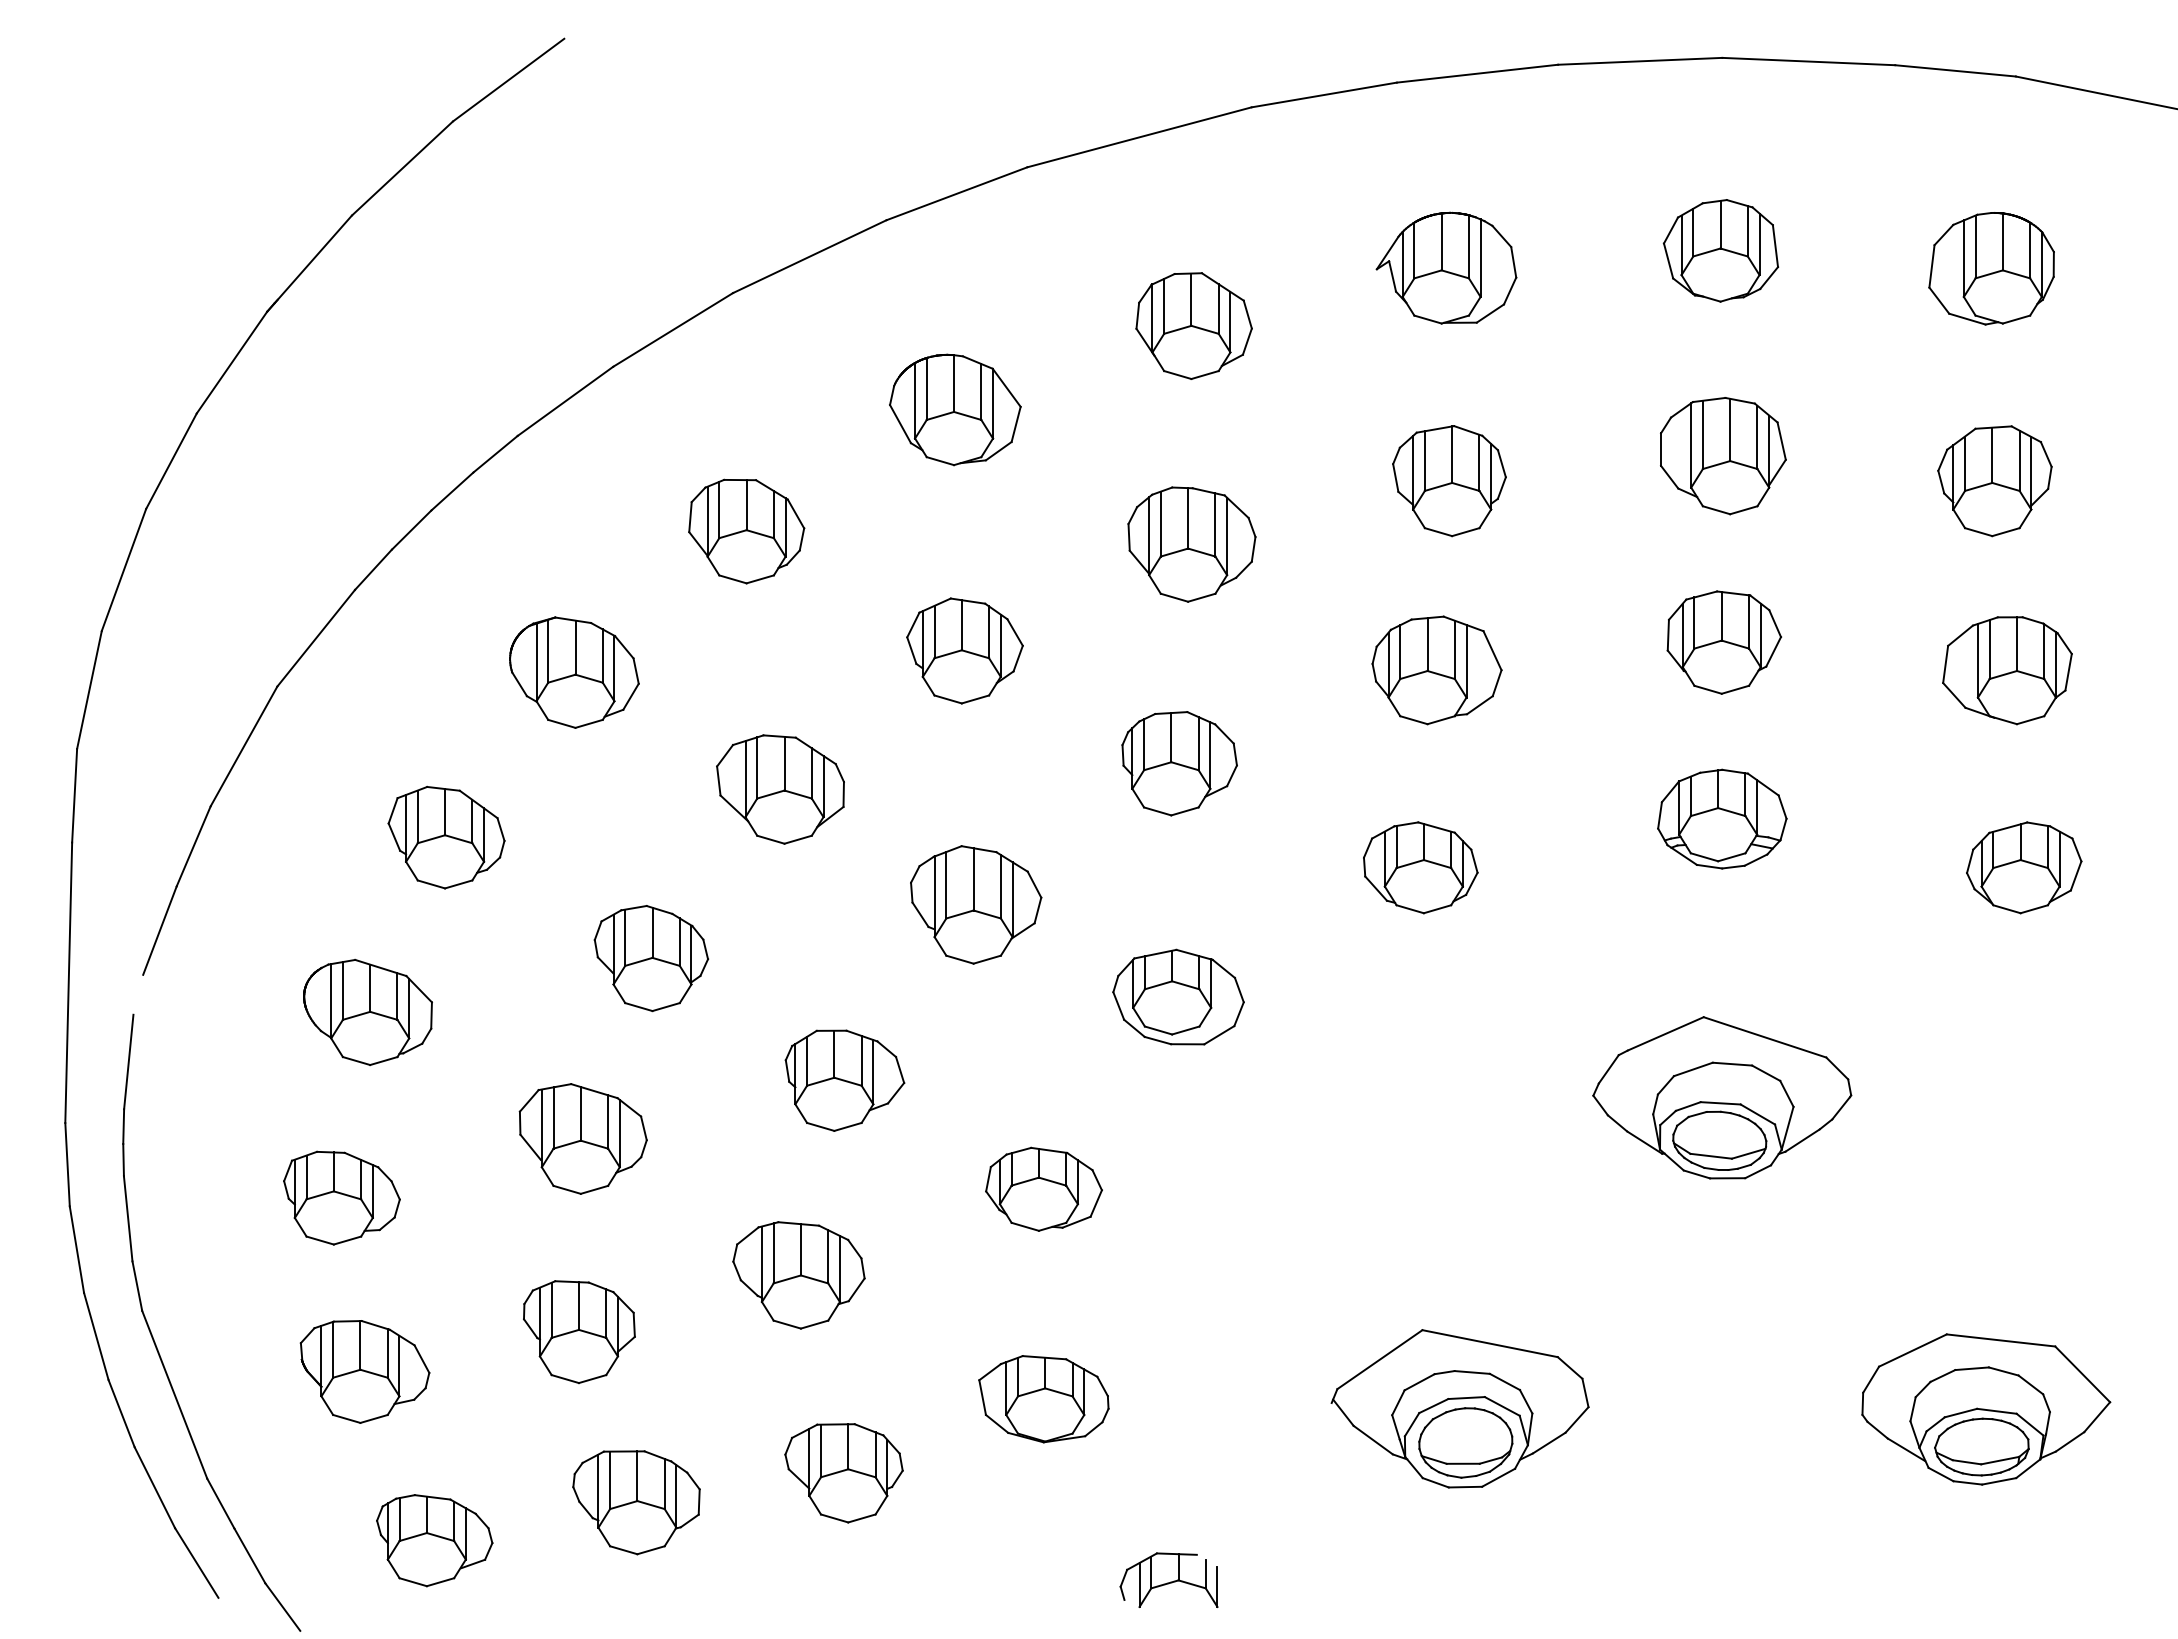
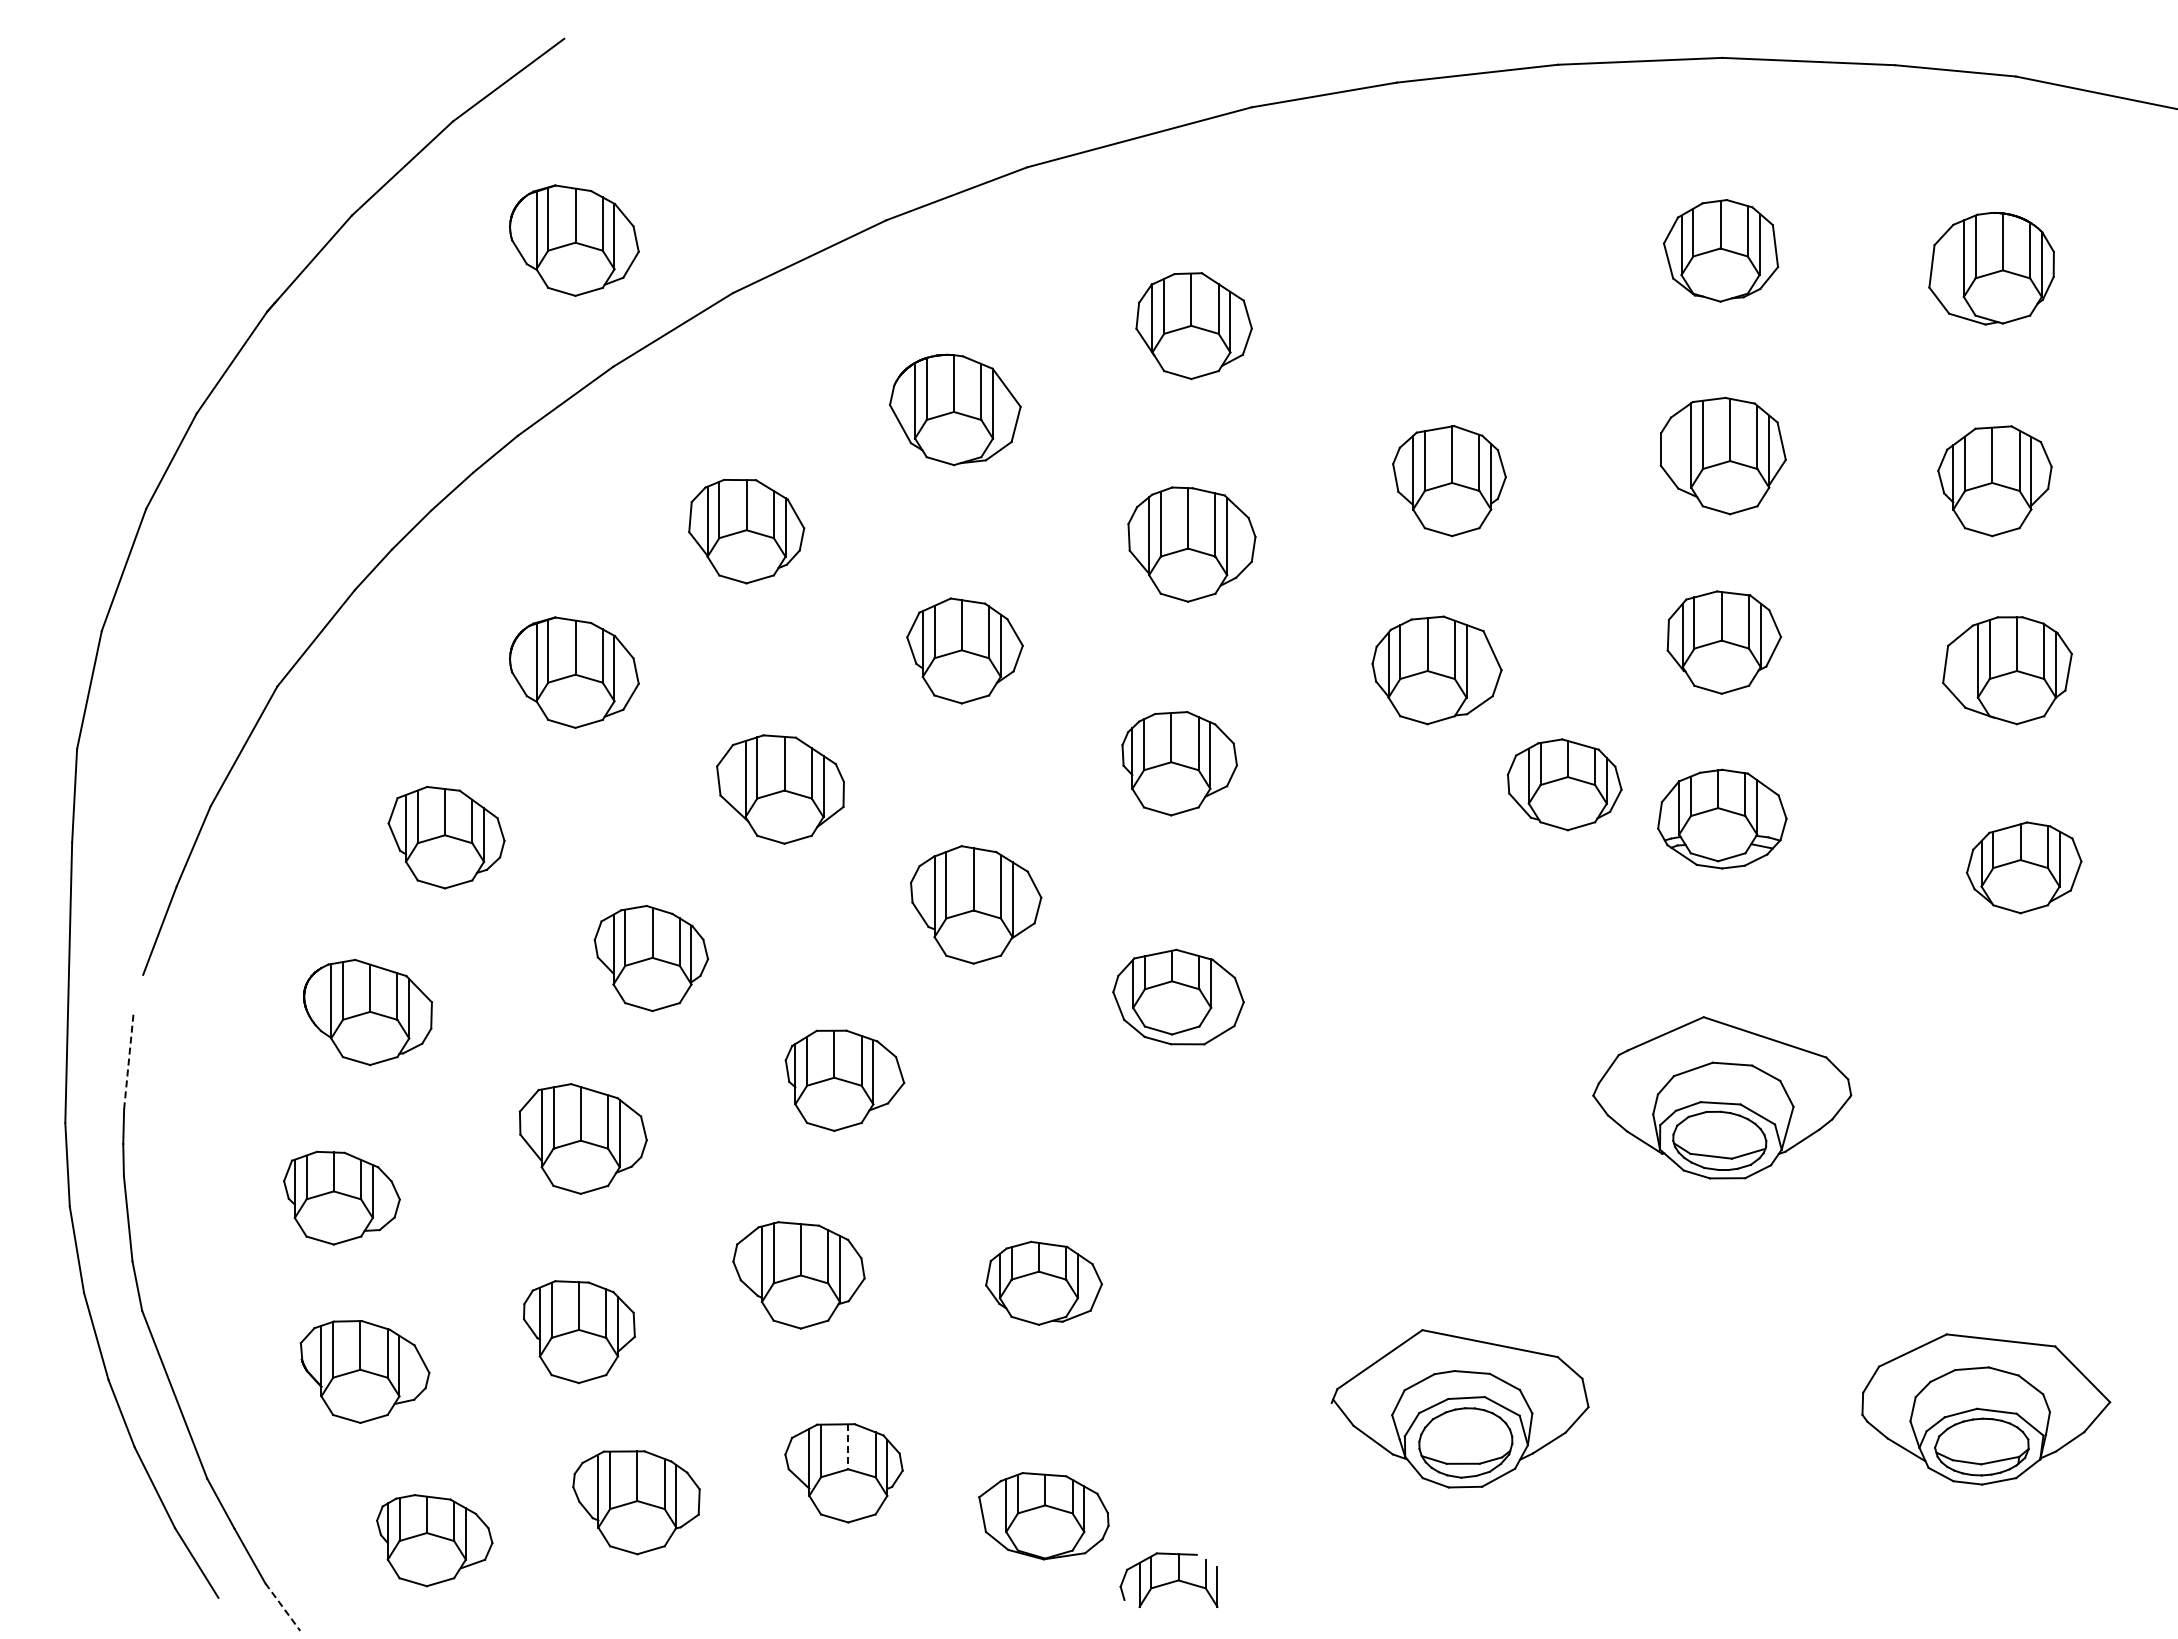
part at (574, 240): none -> present
part at (1446, 267): present -> none
part at (1420, 867) position: (1420, 867) -> (1564, 784)
line at (128, 1061): solid -> dashed
part at (1043, 1188) position: (1043, 1188) -> (1043, 1282)
part at (1043, 1399) position: (1043, 1399) -> (1043, 1516)
line at (848, 1447): solid -> dashed
line at (282, 1607): solid -> dashed
